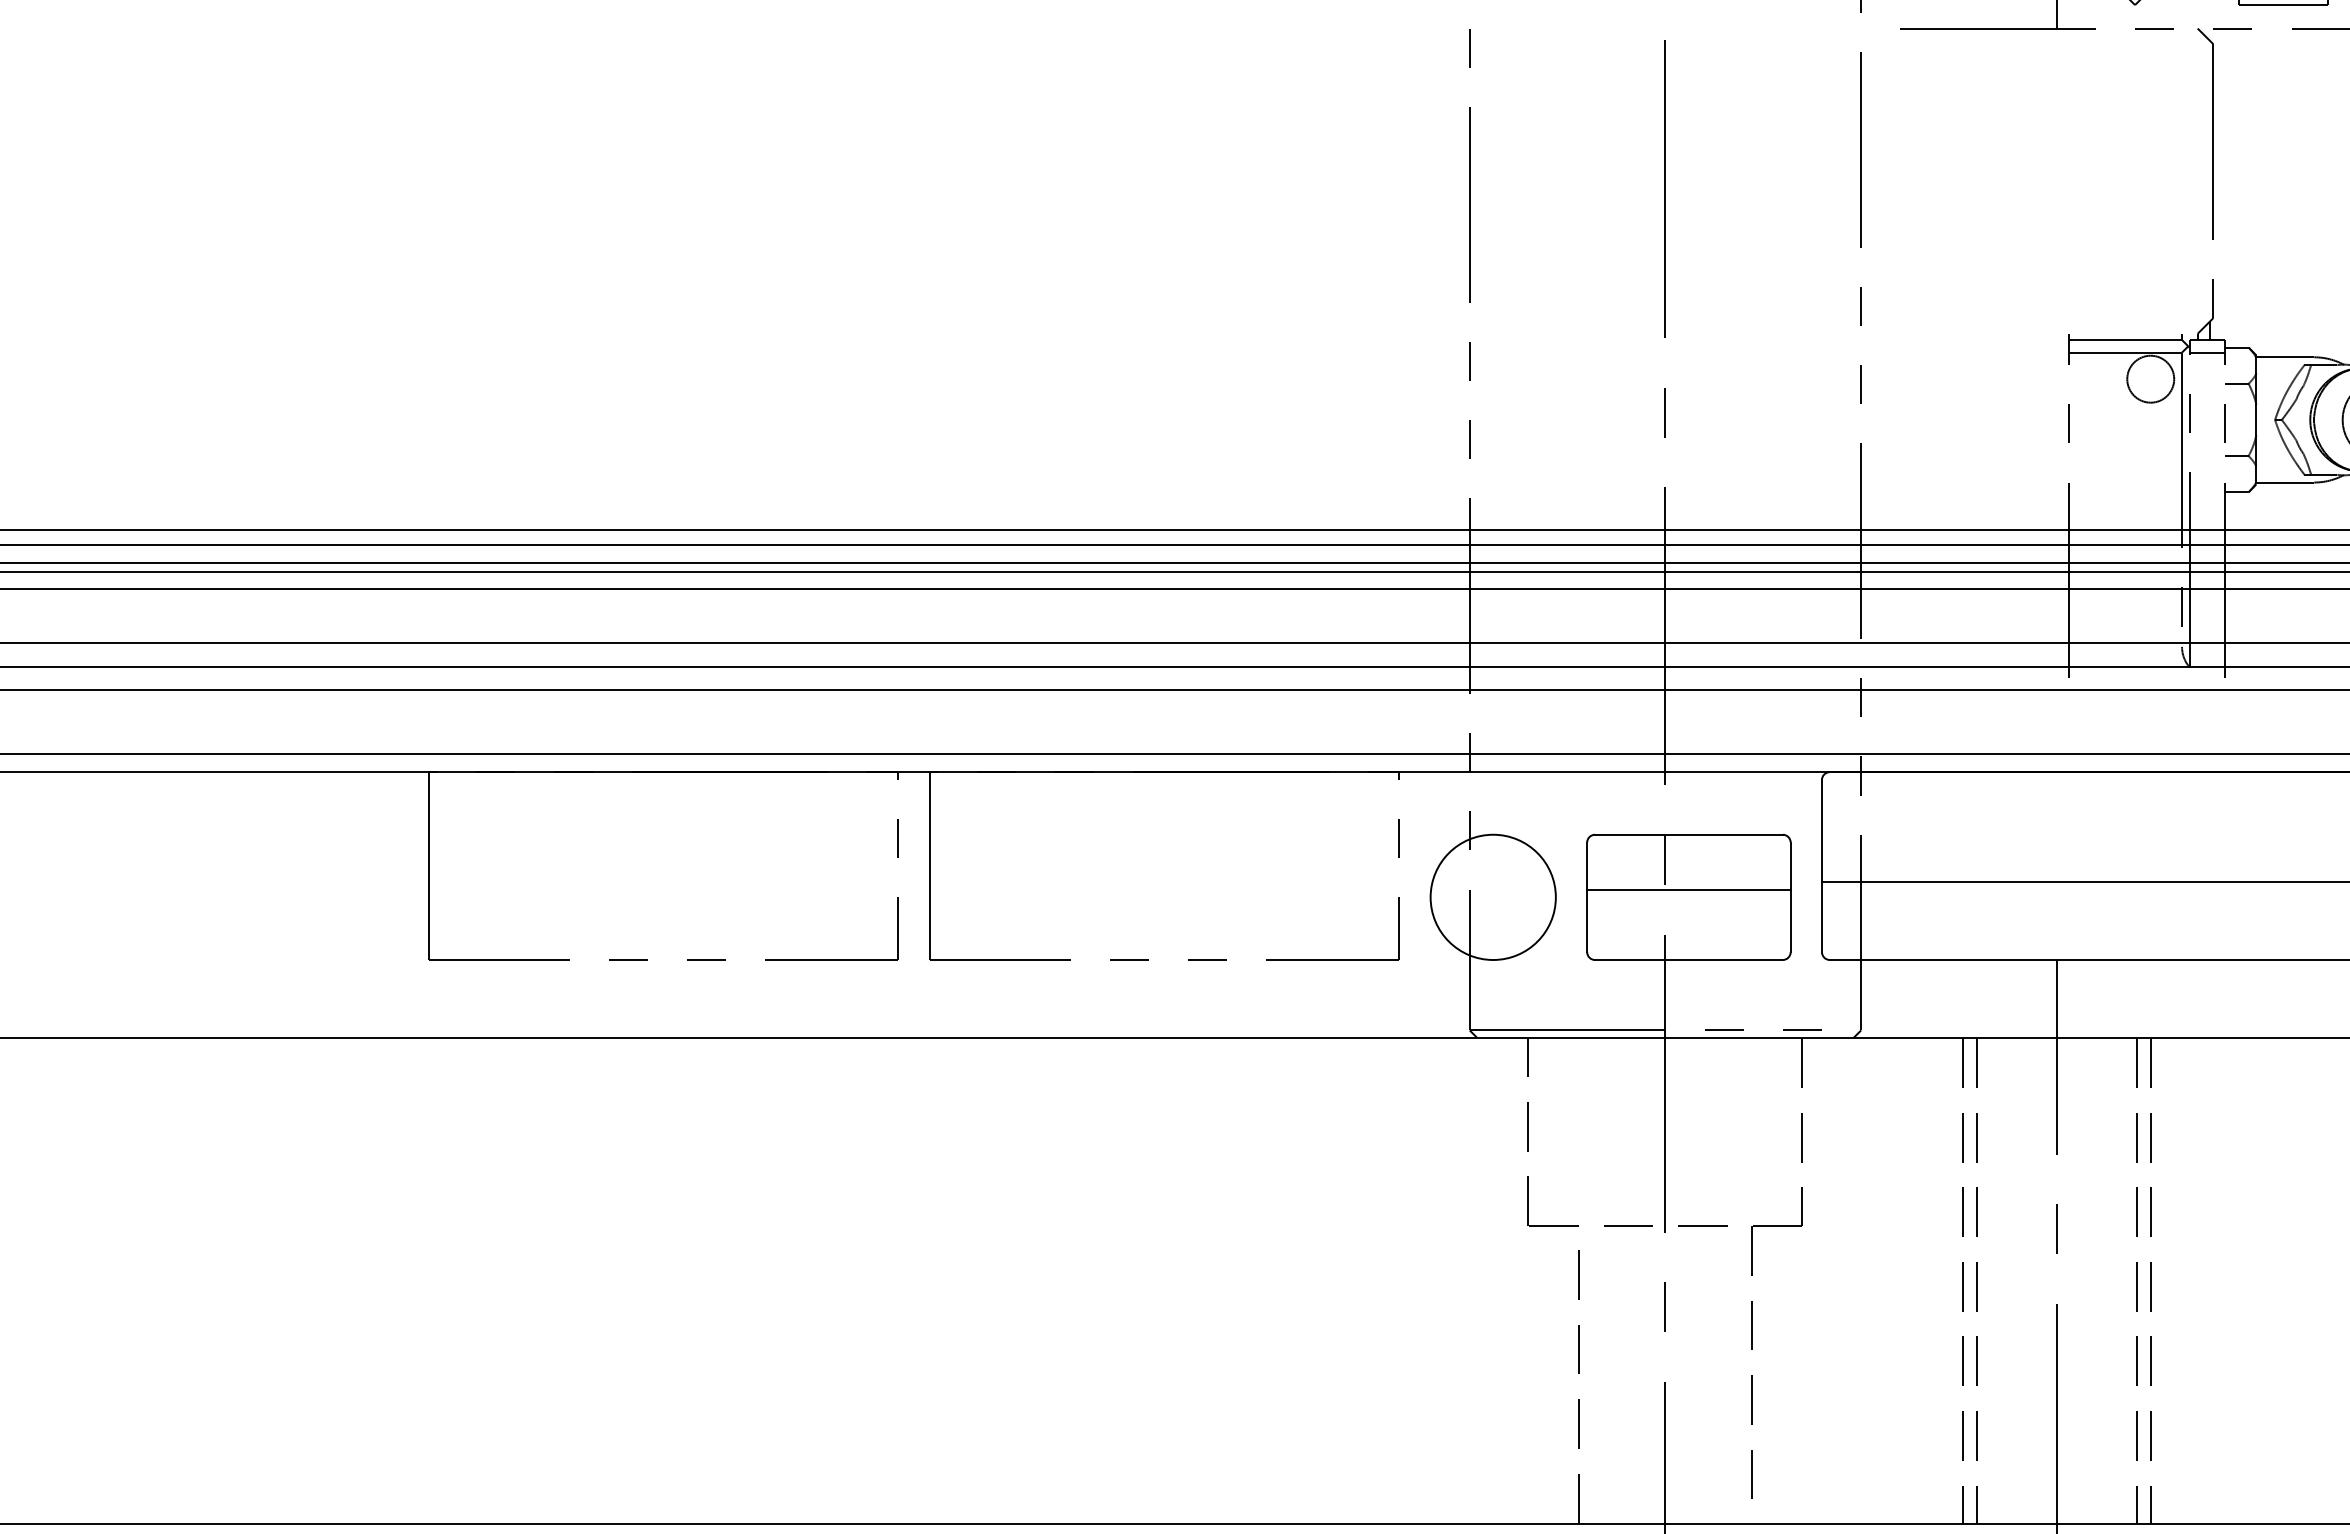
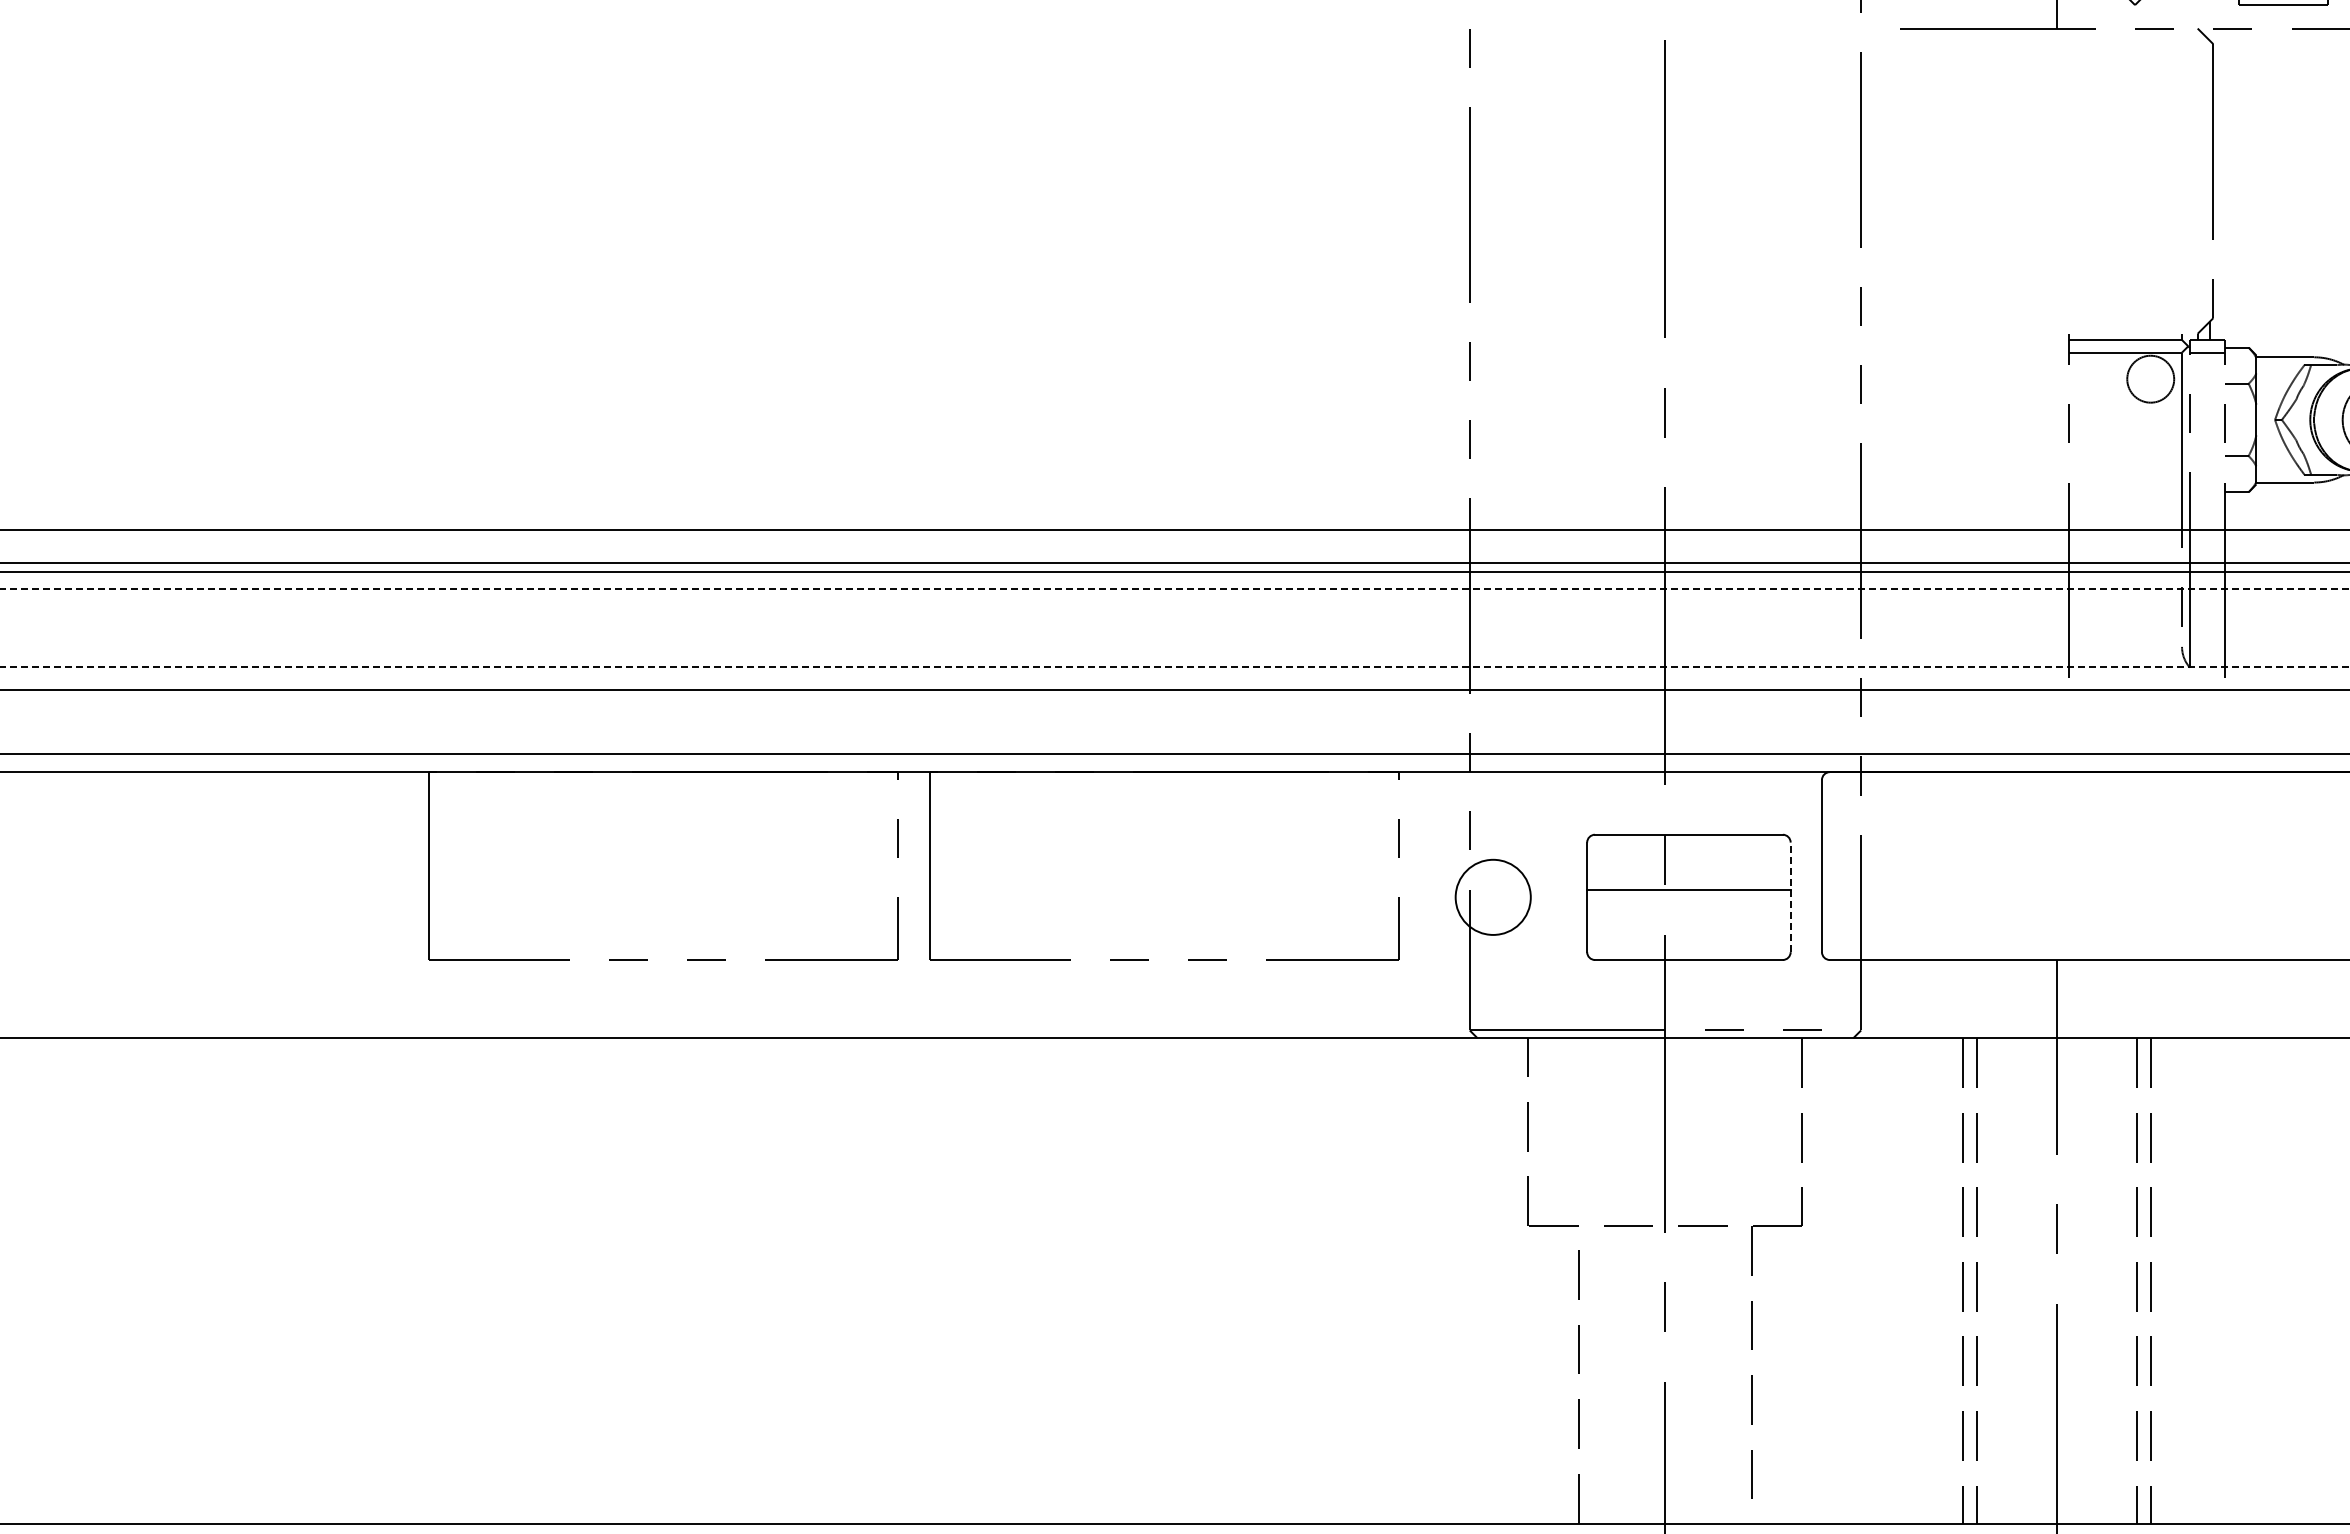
line at (1174, 544): present -> none
line at (1174, 589): solid -> dashed
line at (1174, 643): present -> none
line at (1174, 667): solid -> dashed
line at (2083, 881): present -> none
circle at (1492, 897) diameter: 125 px -> 75 px
line at (1790, 897): solid -> dashed
